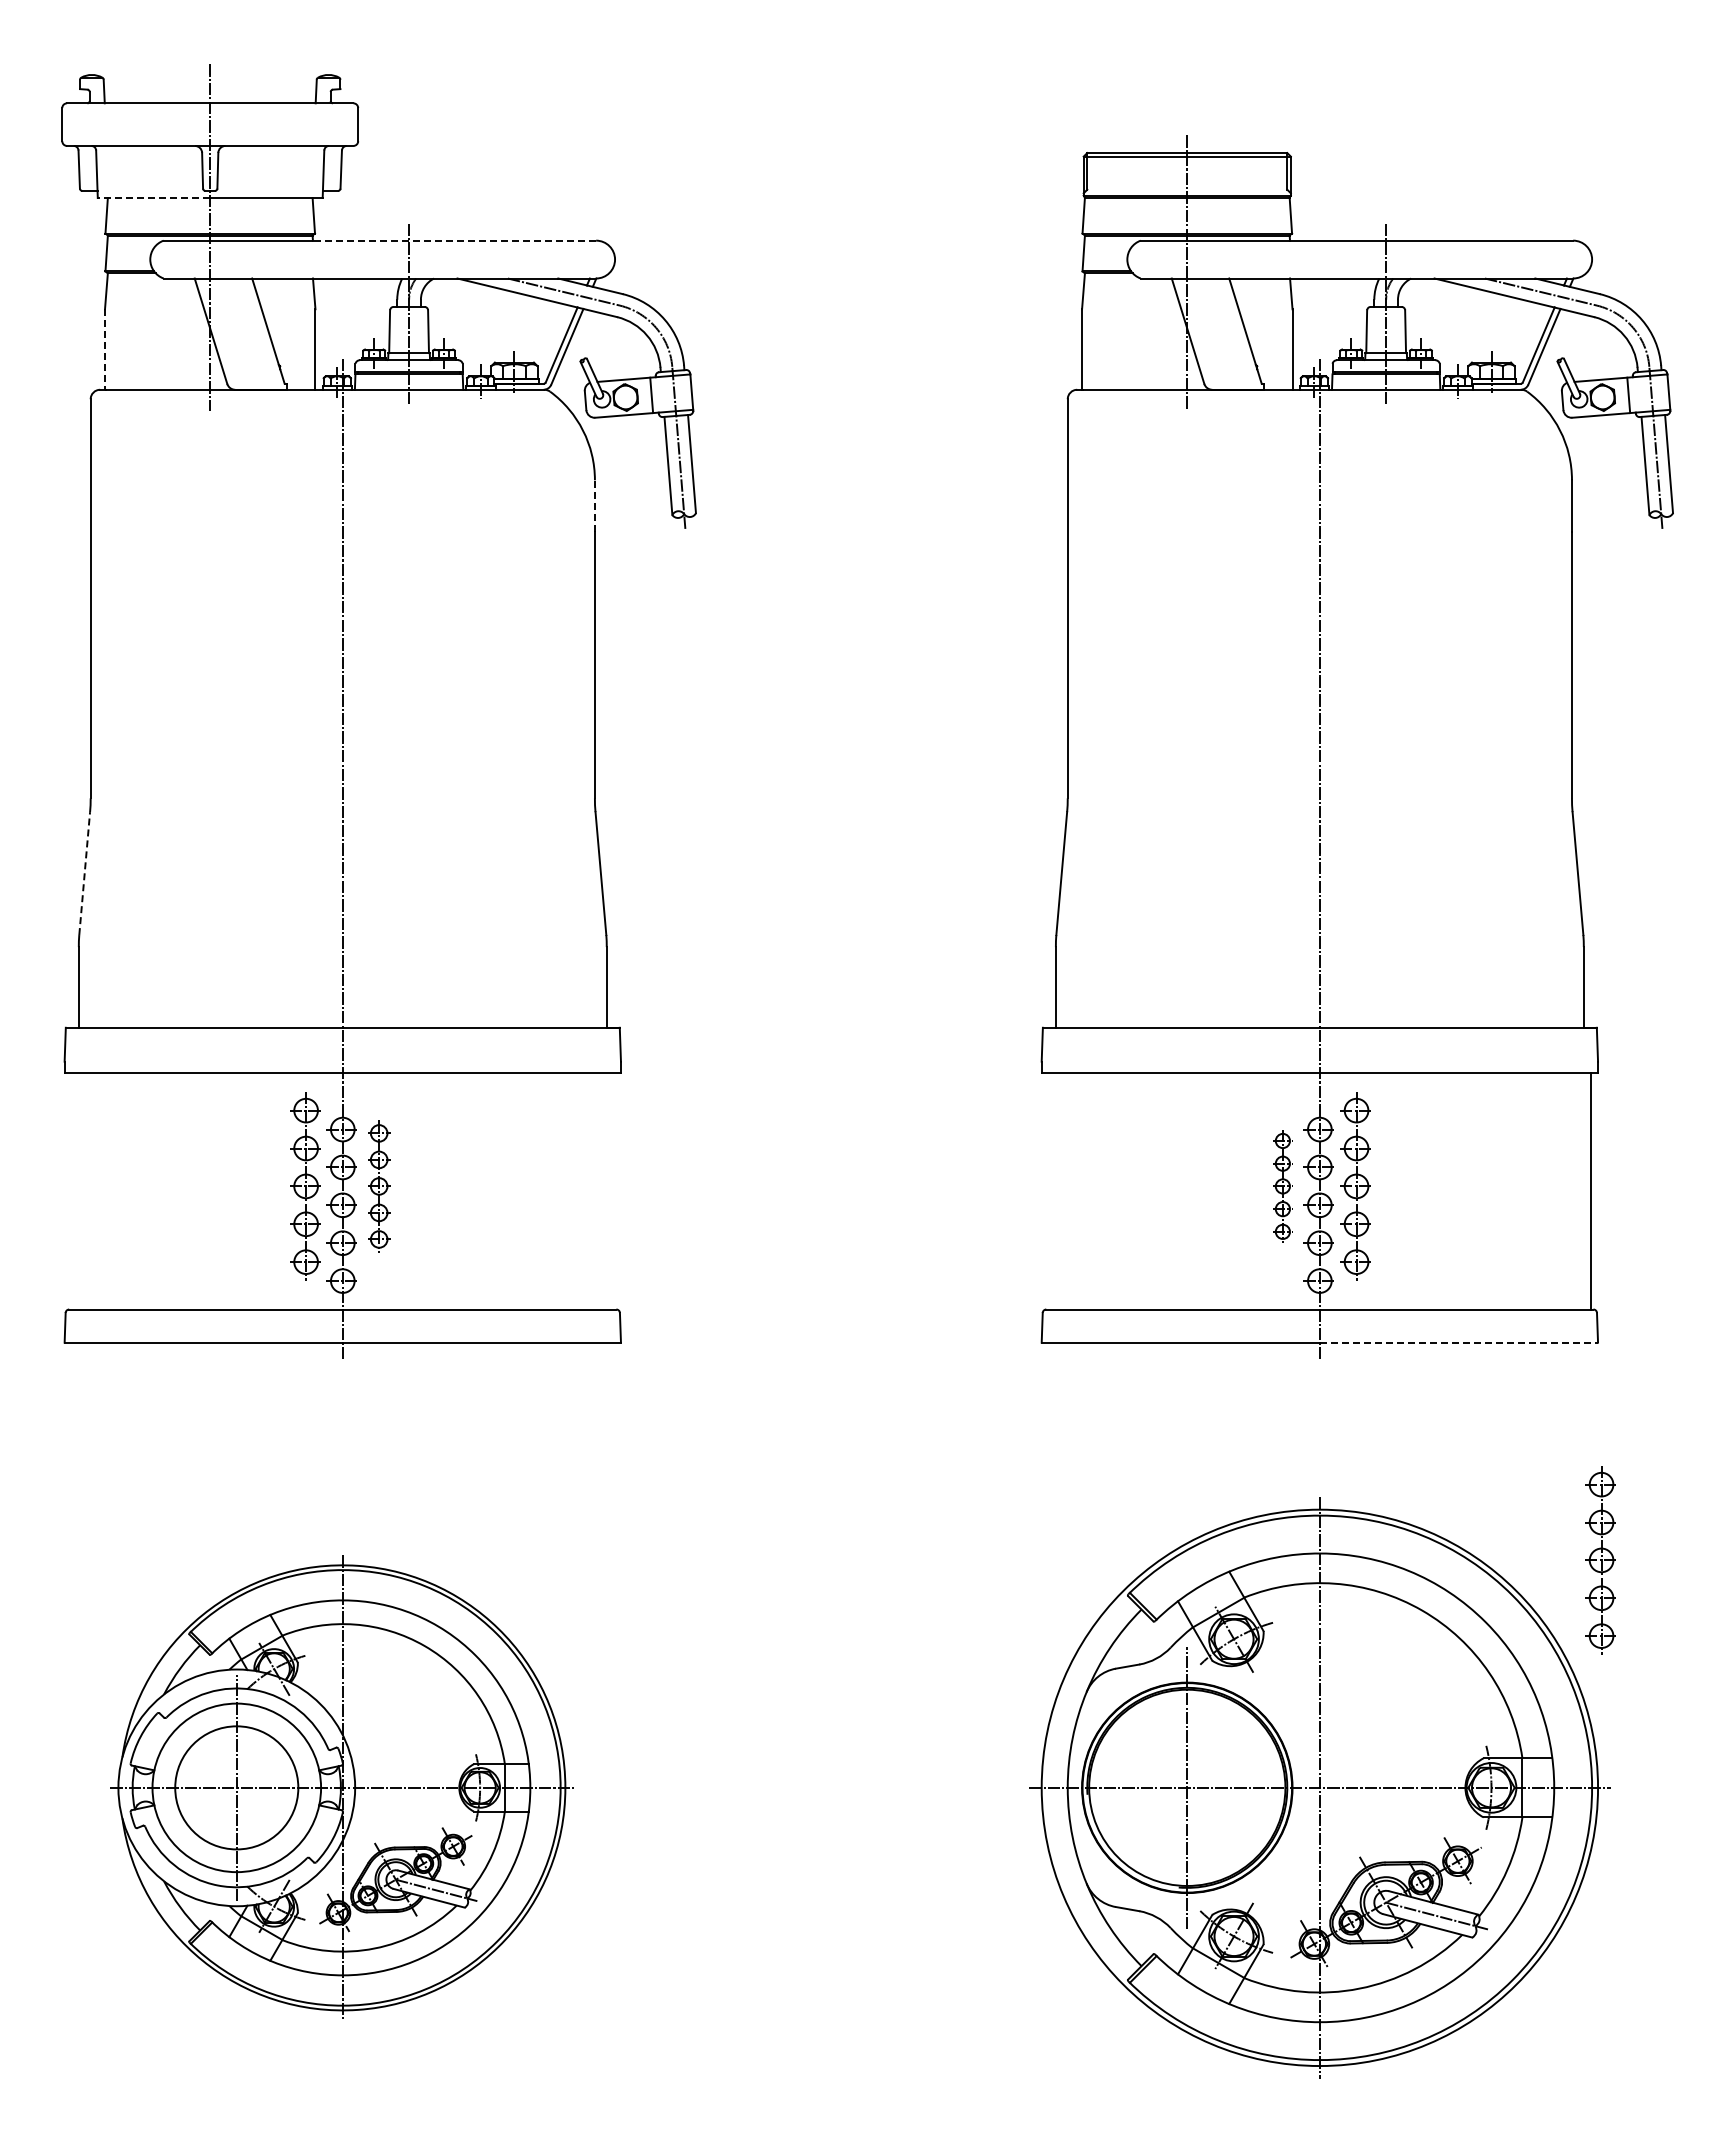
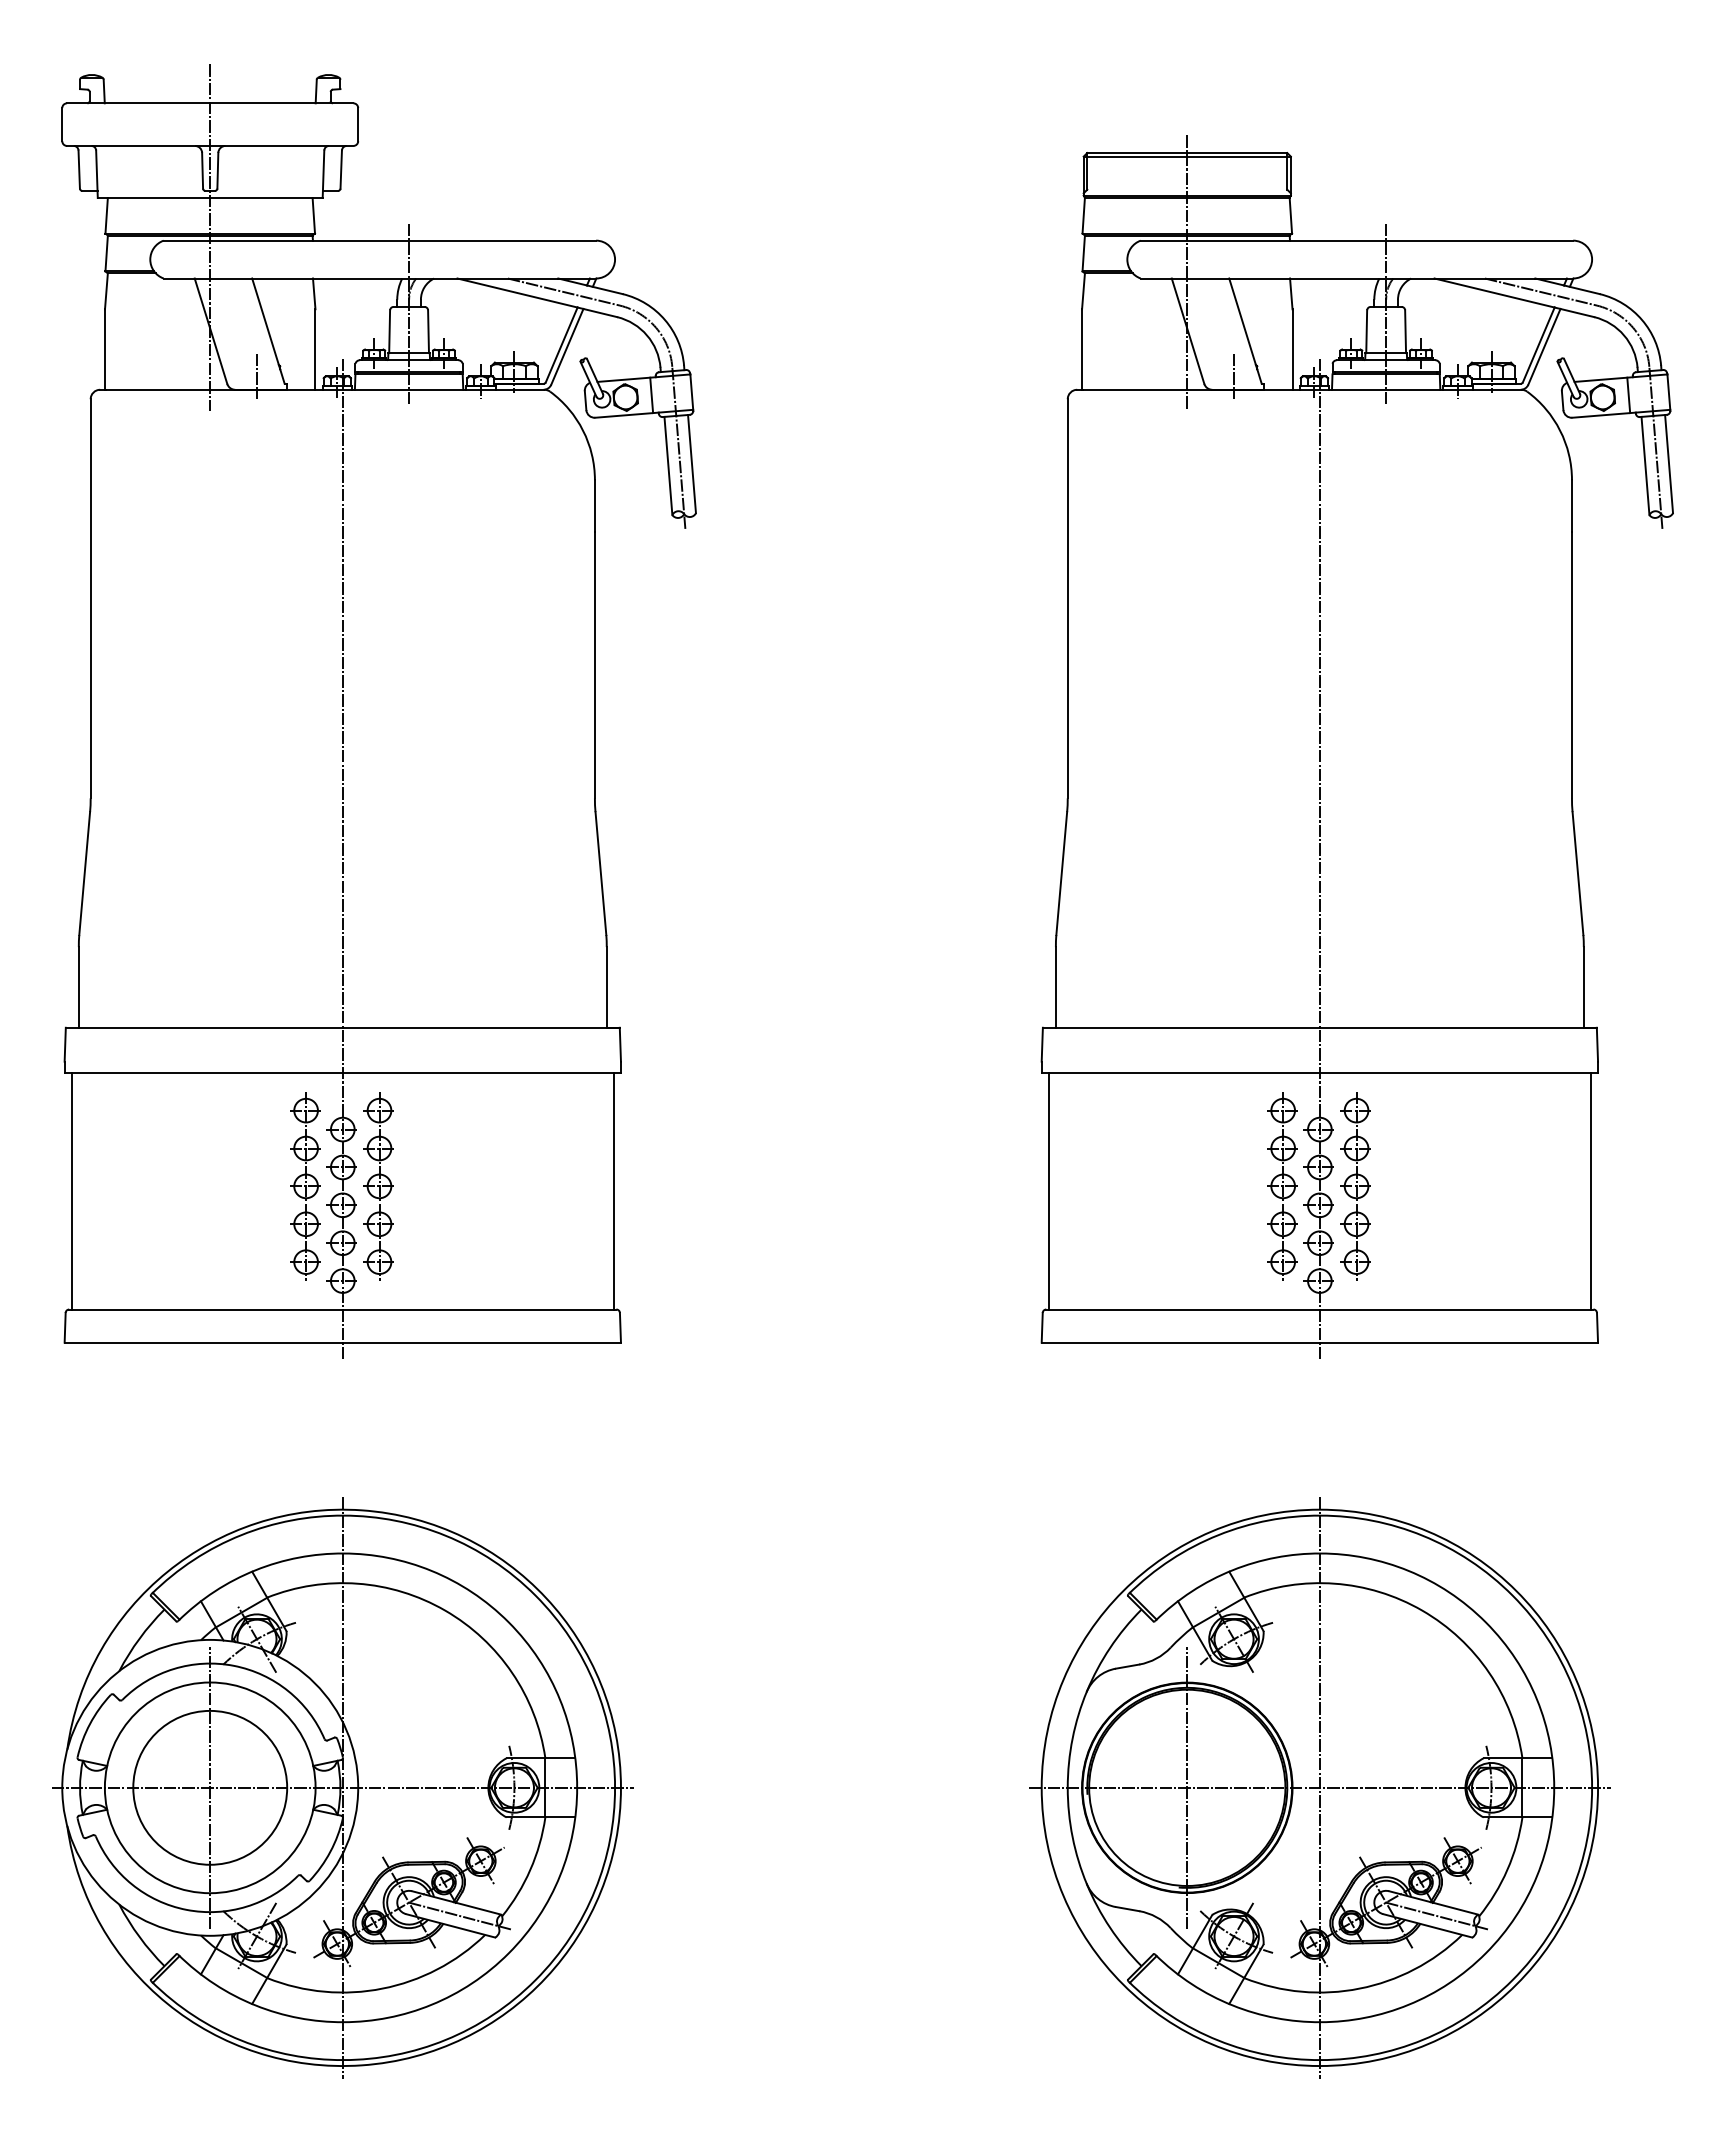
line at (153, 198): dashed -> solid
line at (454, 240): dashed -> solid
line at (105, 350): dashed -> solid
line at (257, 375): none -> present
line at (1234, 375): none -> present
line at (594, 506): dashed -> solid
line at (84, 873): dashed -> solid
part at (379, 1186) size: 23x133 px -> 31x189 px
part at (1282, 1186) size: 20x113 px -> 31x189 px
line at (71, 1190): none -> present
line at (613, 1190): none -> present
line at (1048, 1190): none -> present
line at (1459, 1342): dashed -> solid
part at (1600, 1560): present -> none
part at (341, 1786) size: 464x464 px -> 582x582 px
